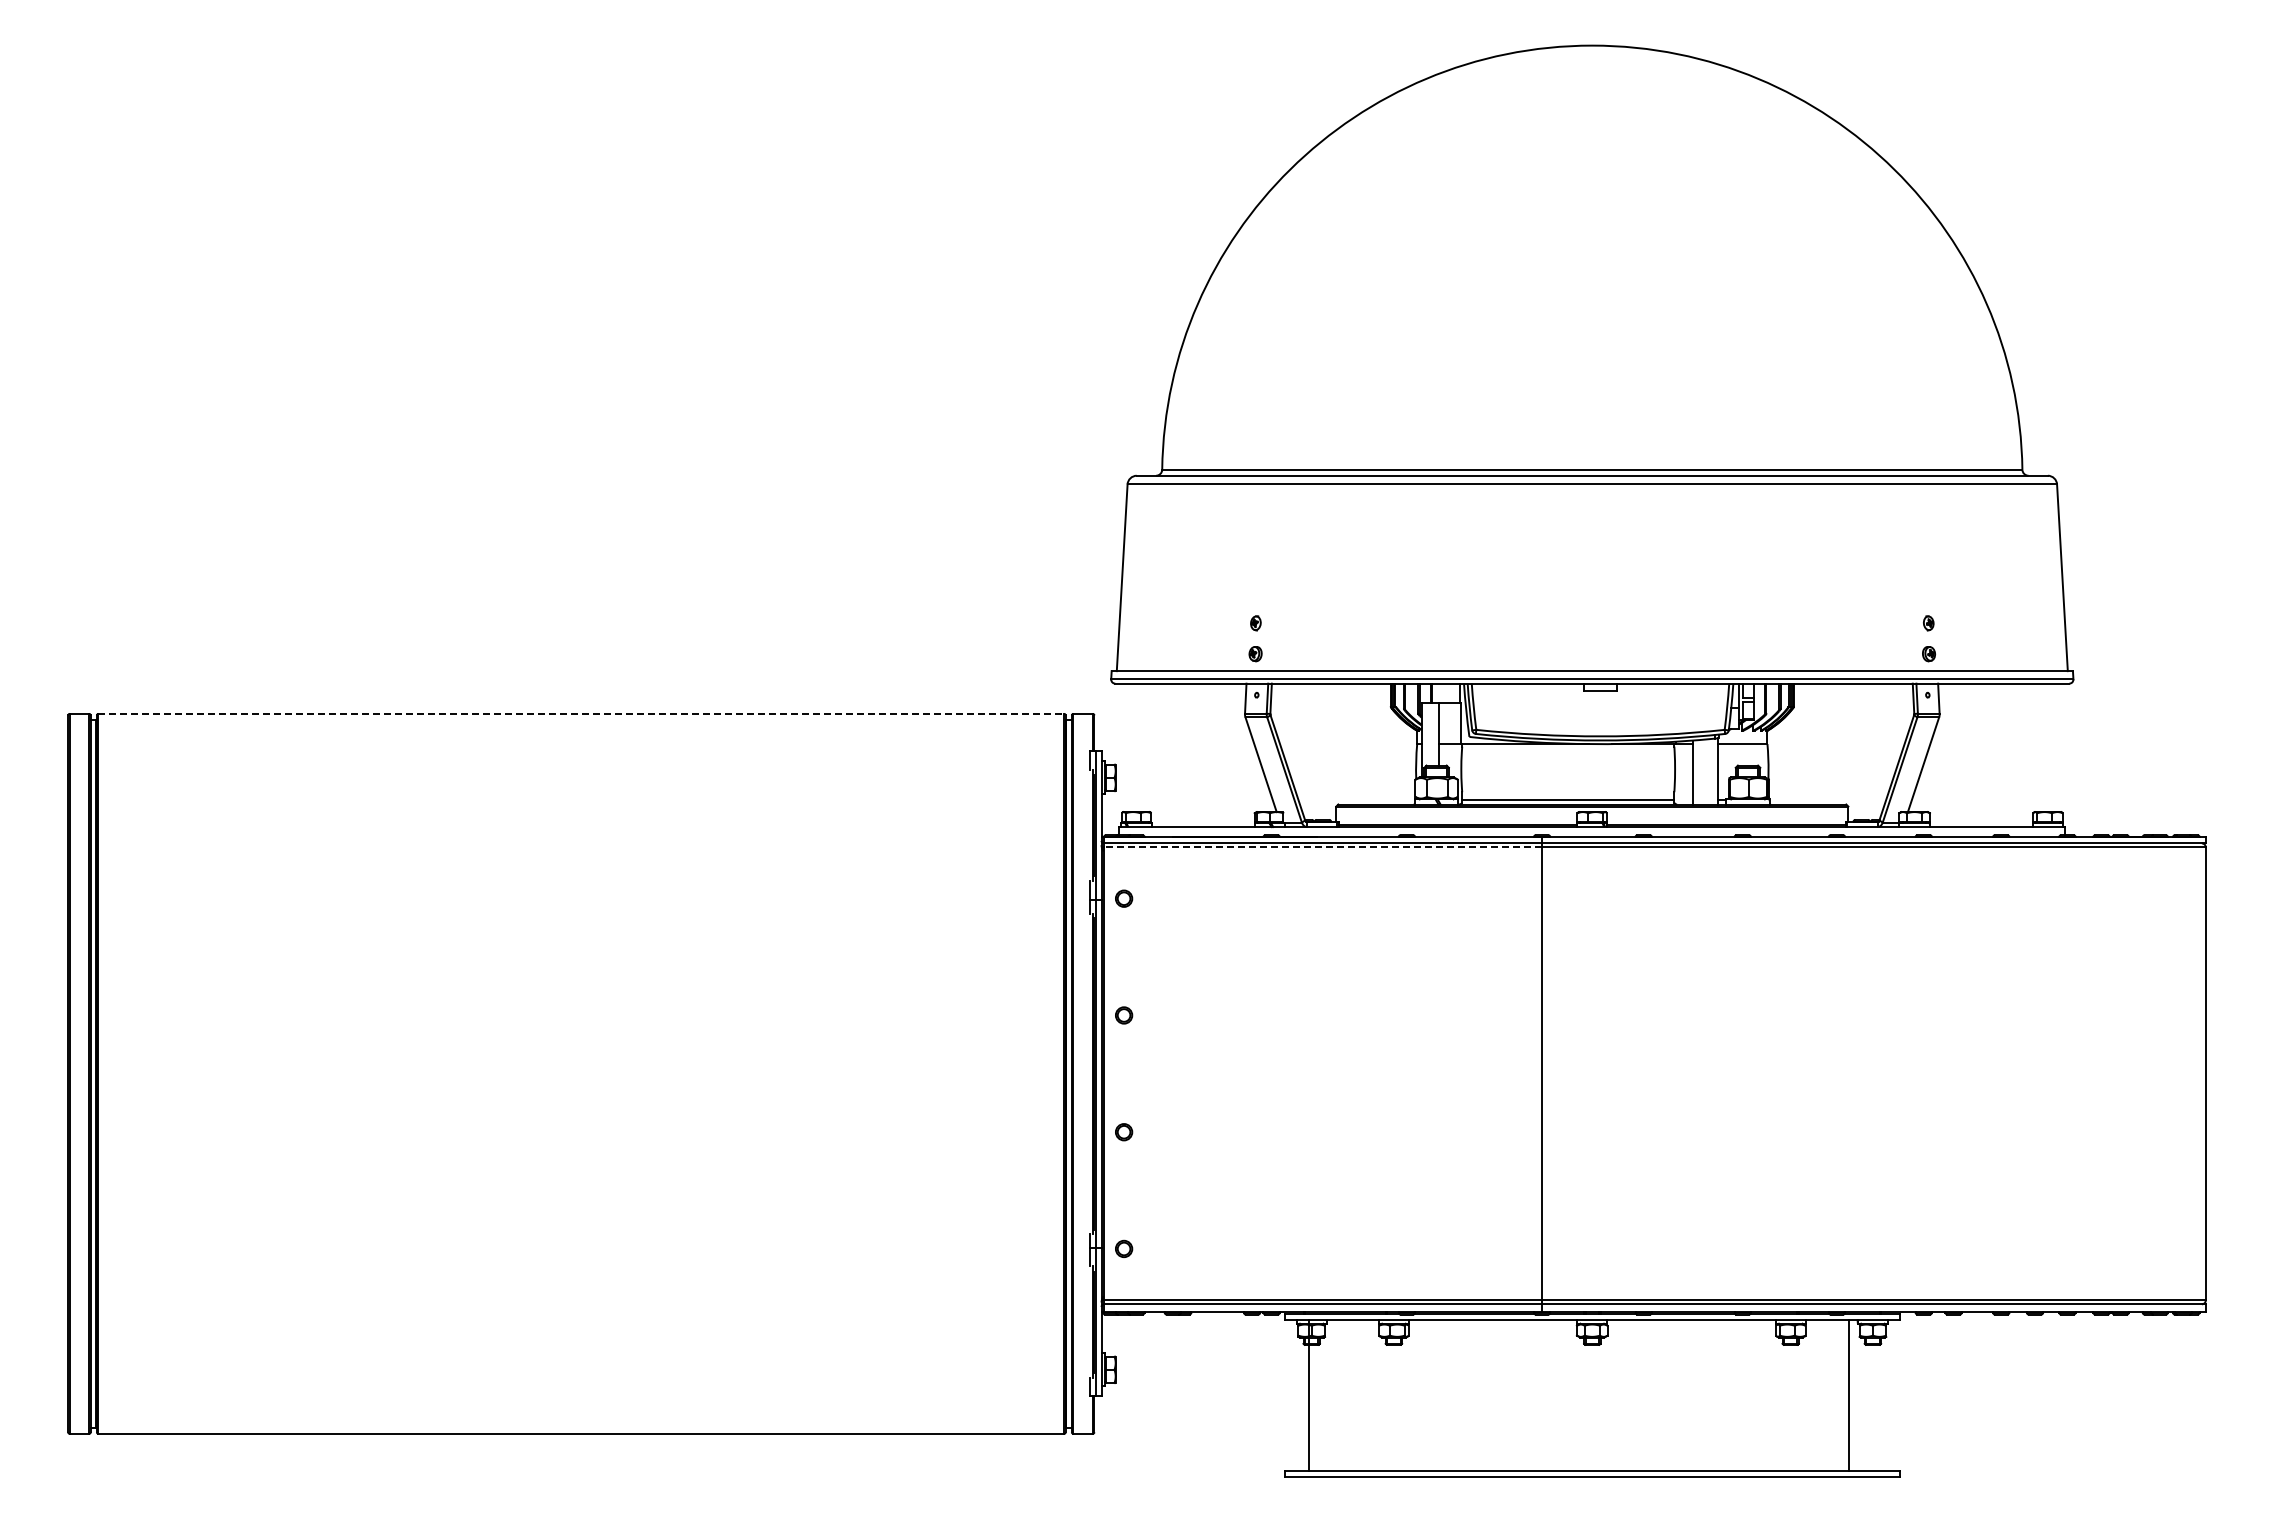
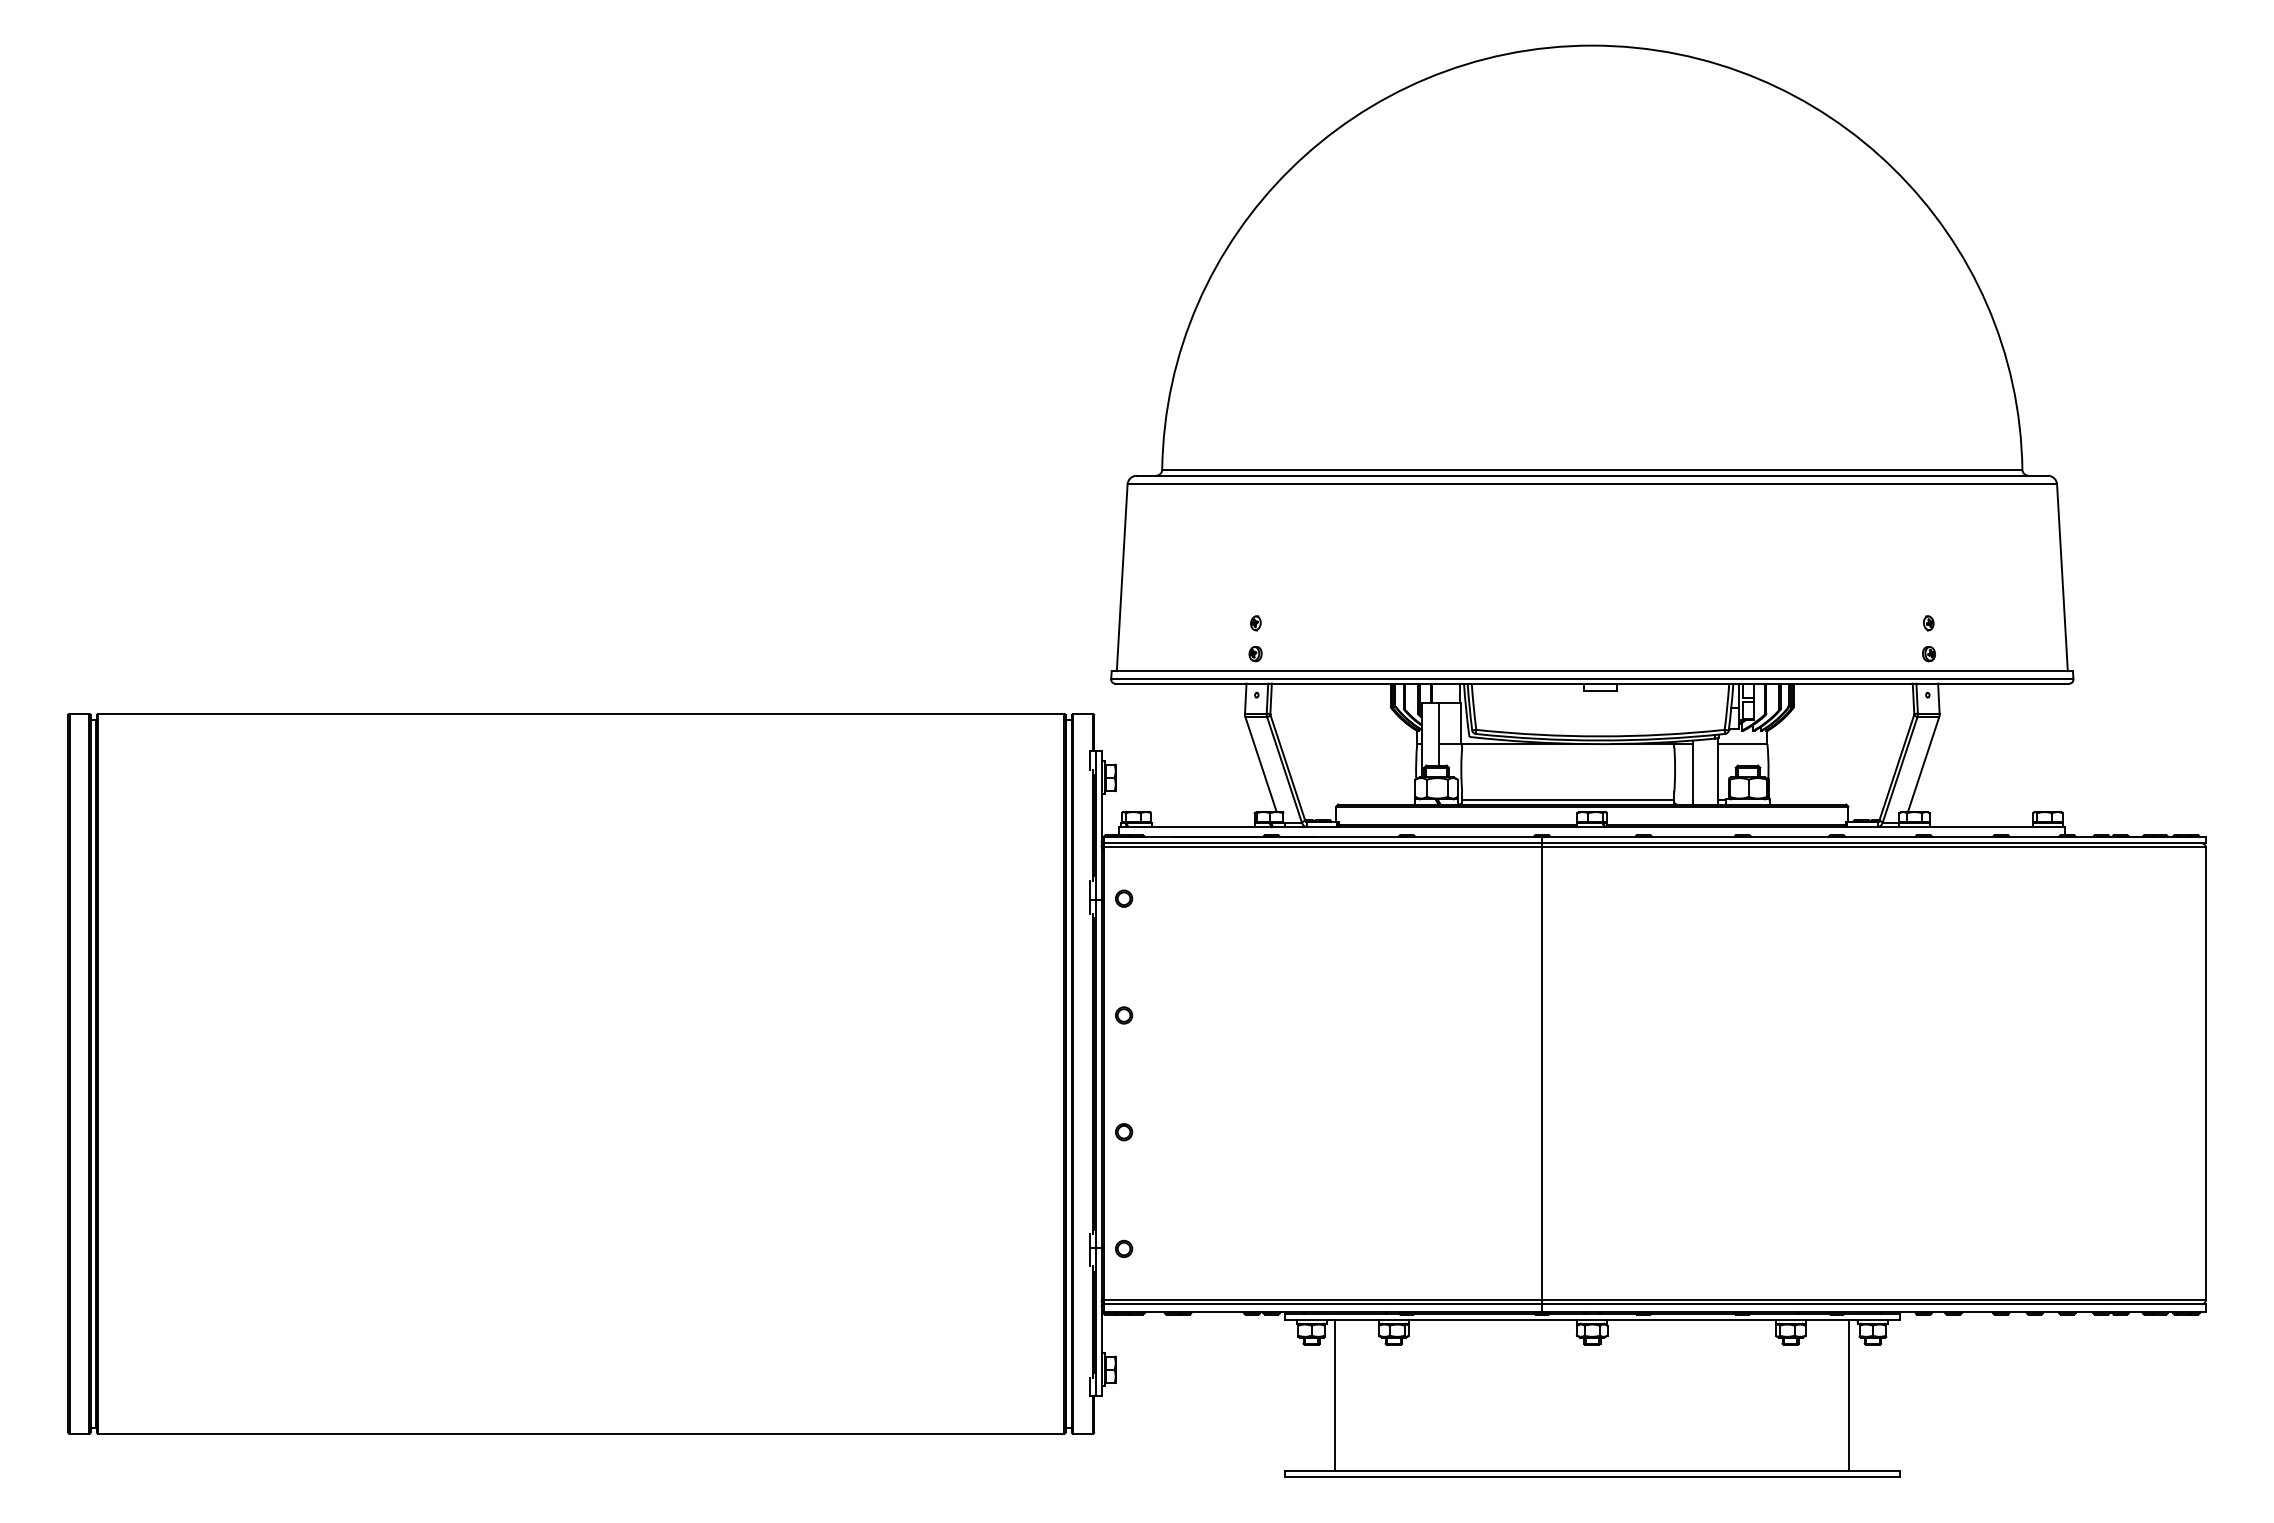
line at (581, 713): dashed -> solid
line at (1322, 847): dashed -> solid
line at (1309, 1395) position: (1309, 1395) -> (1335, 1395)
